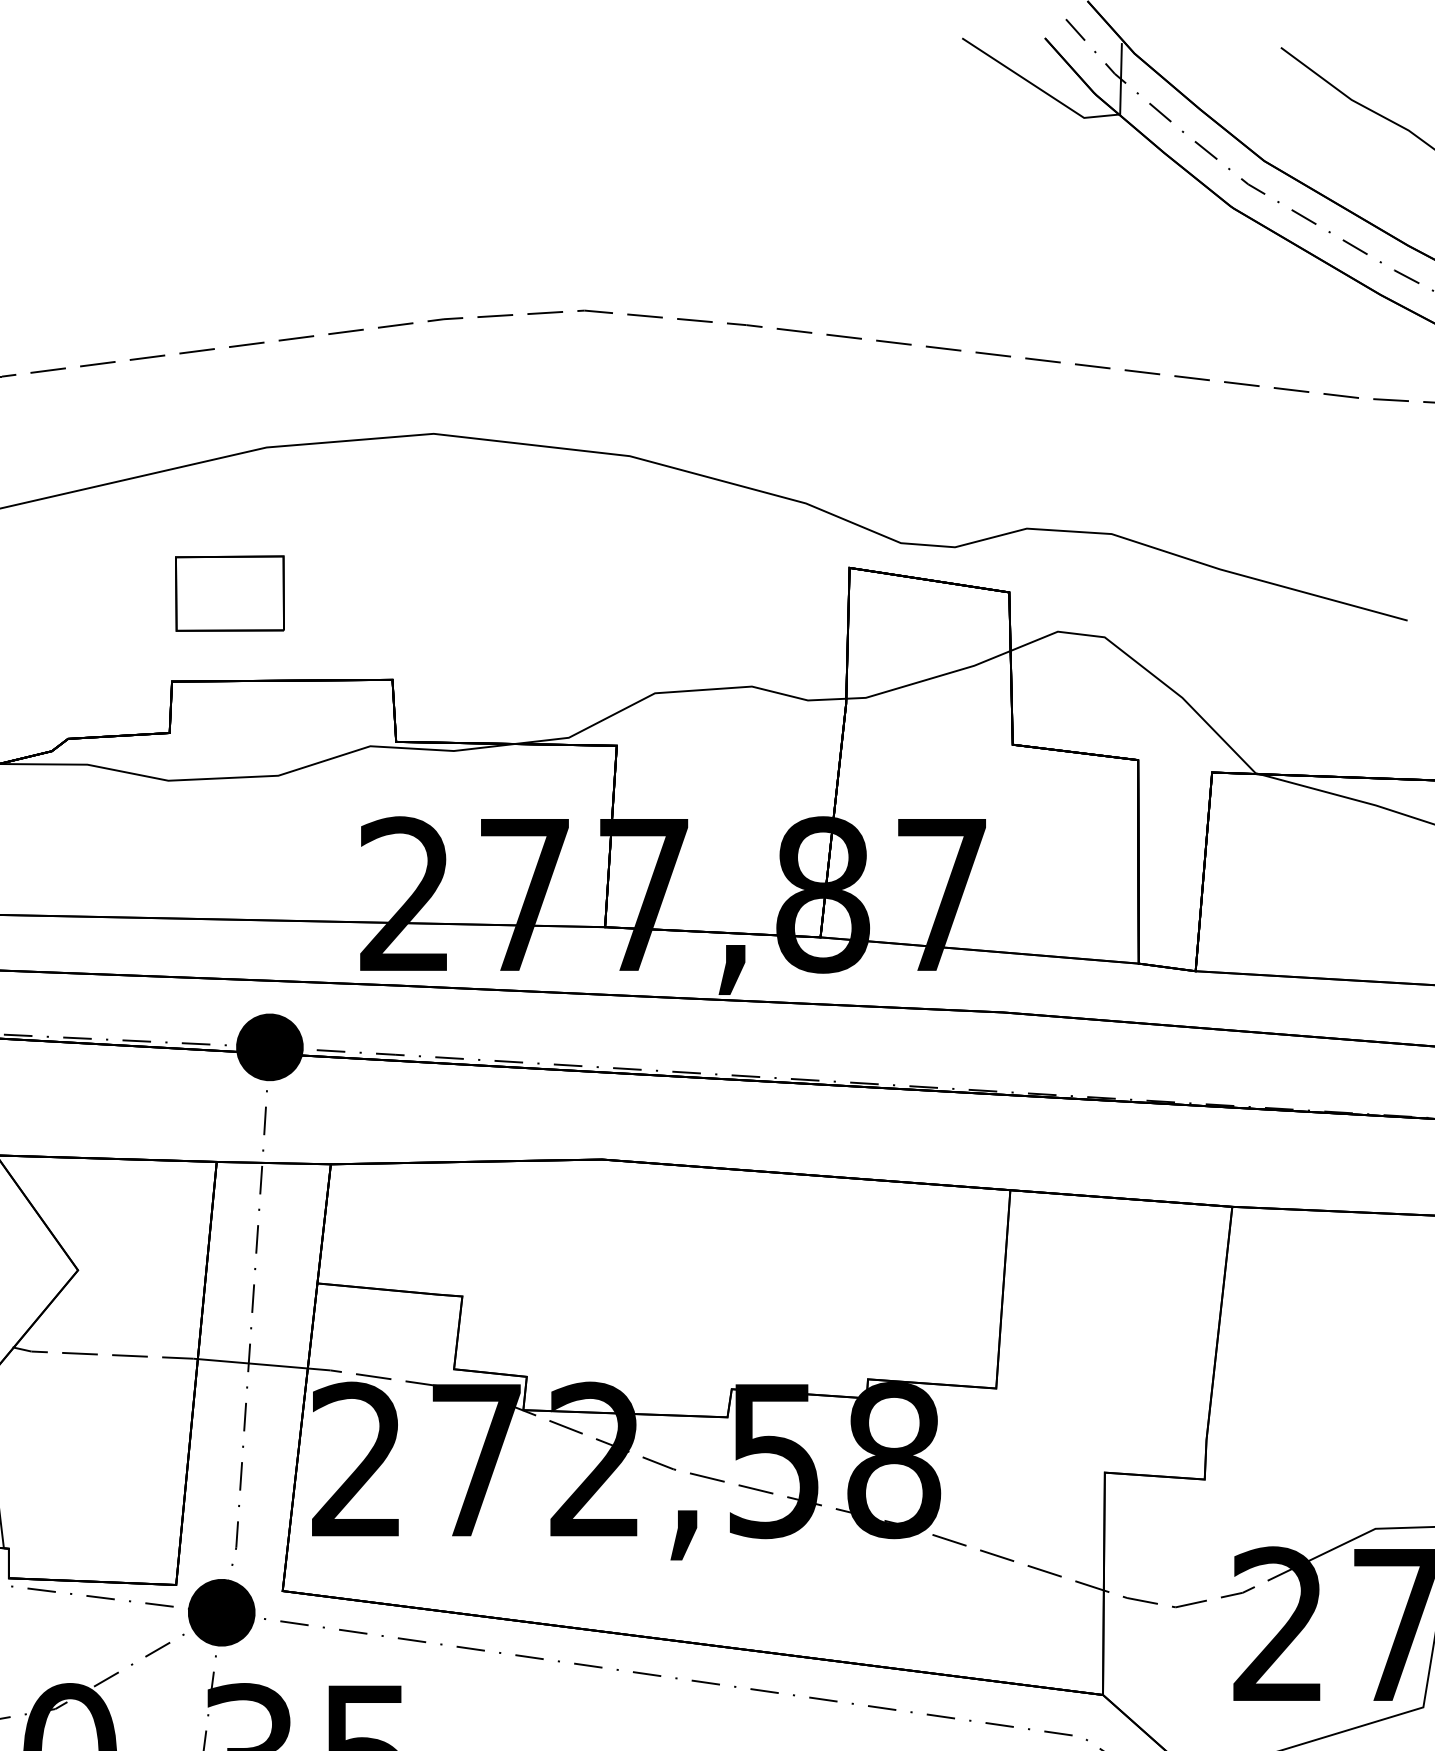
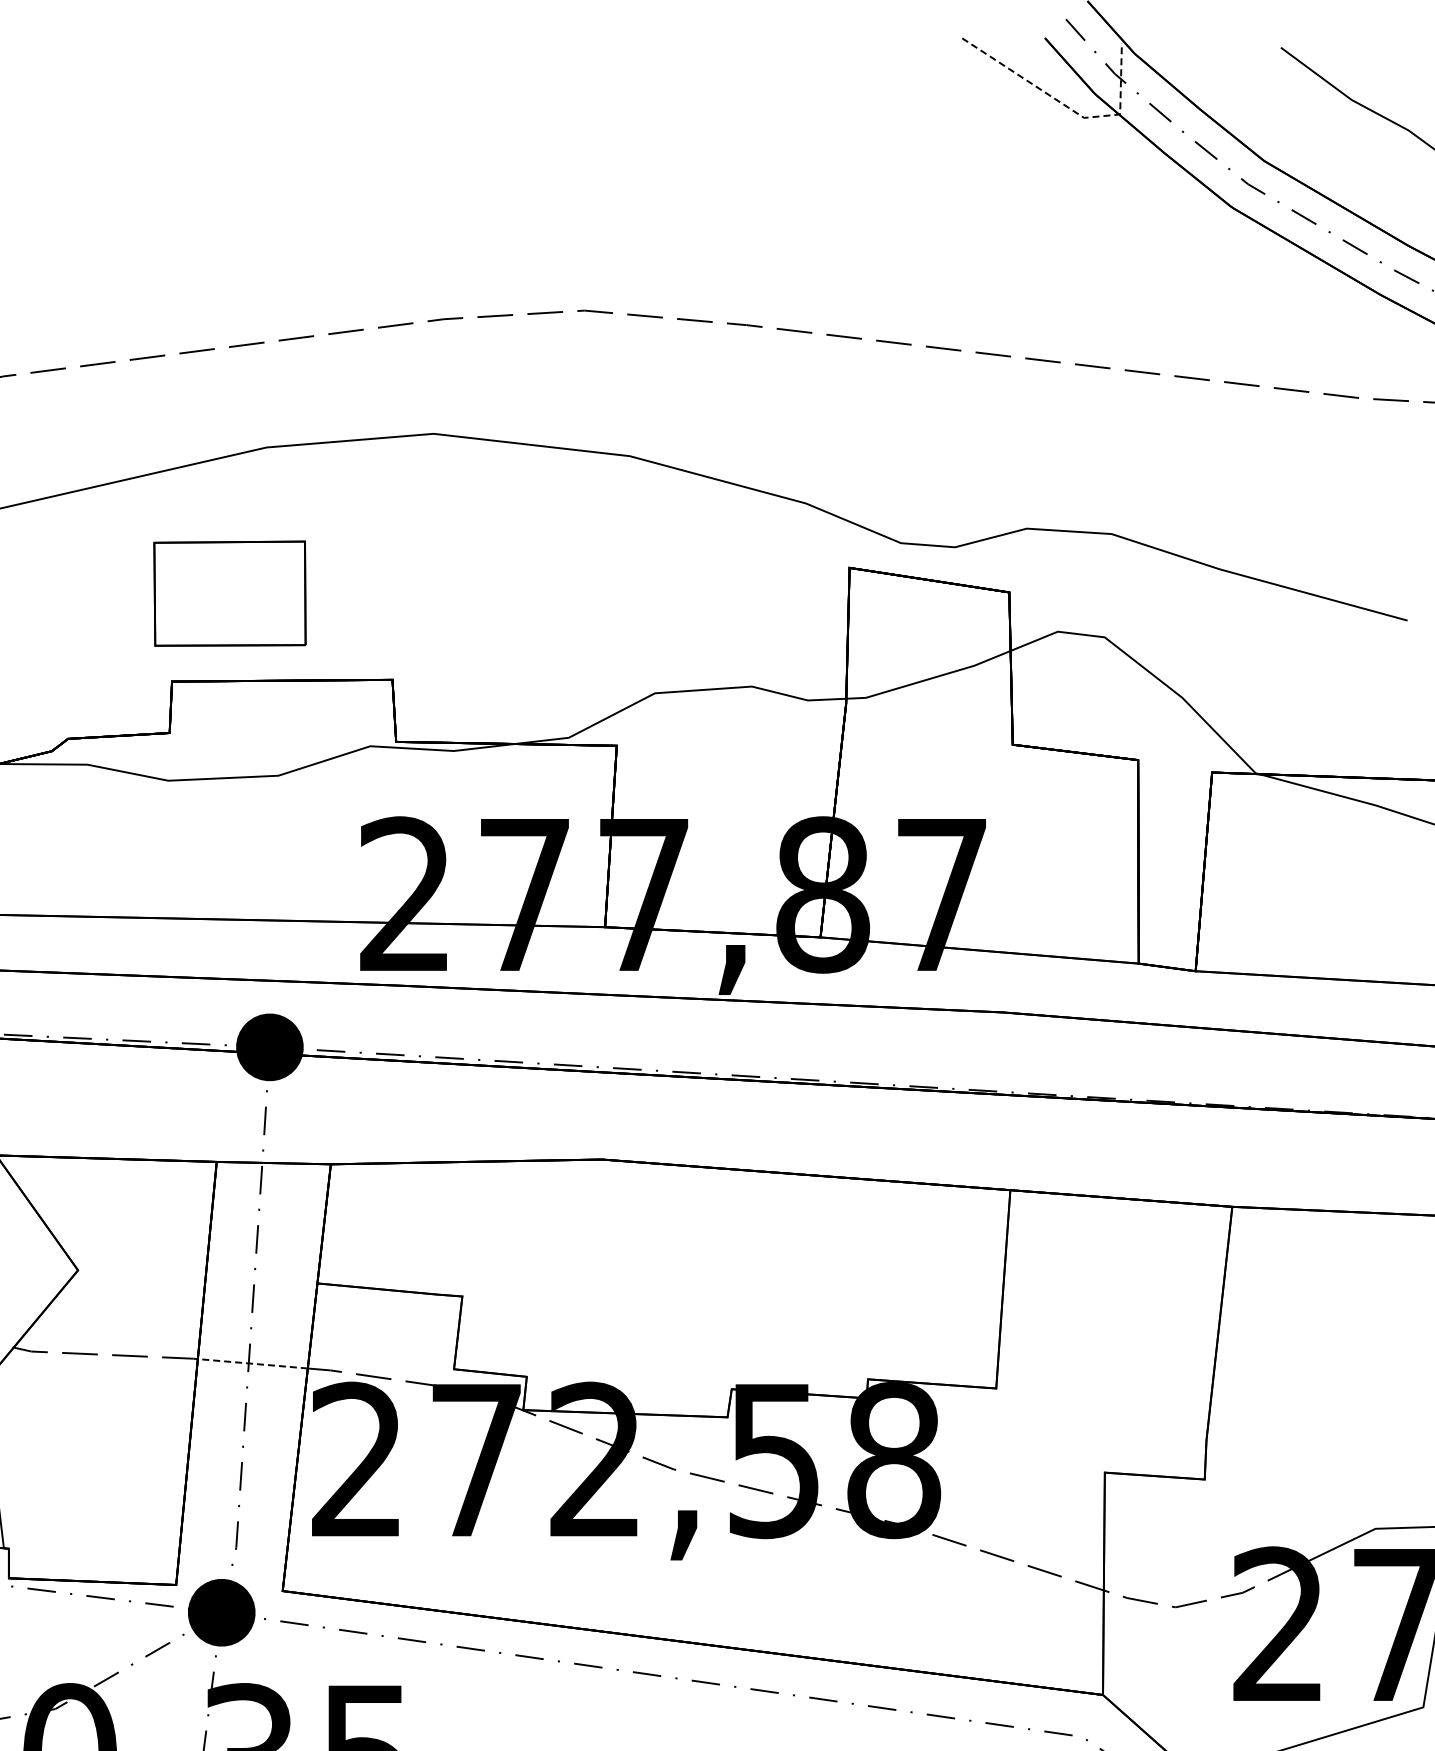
line at (1069, 108): solid -> dashed
part at (229, 593) size: 110x77 px -> 154x107 px
line at (252, 1363): solid -> dashed
